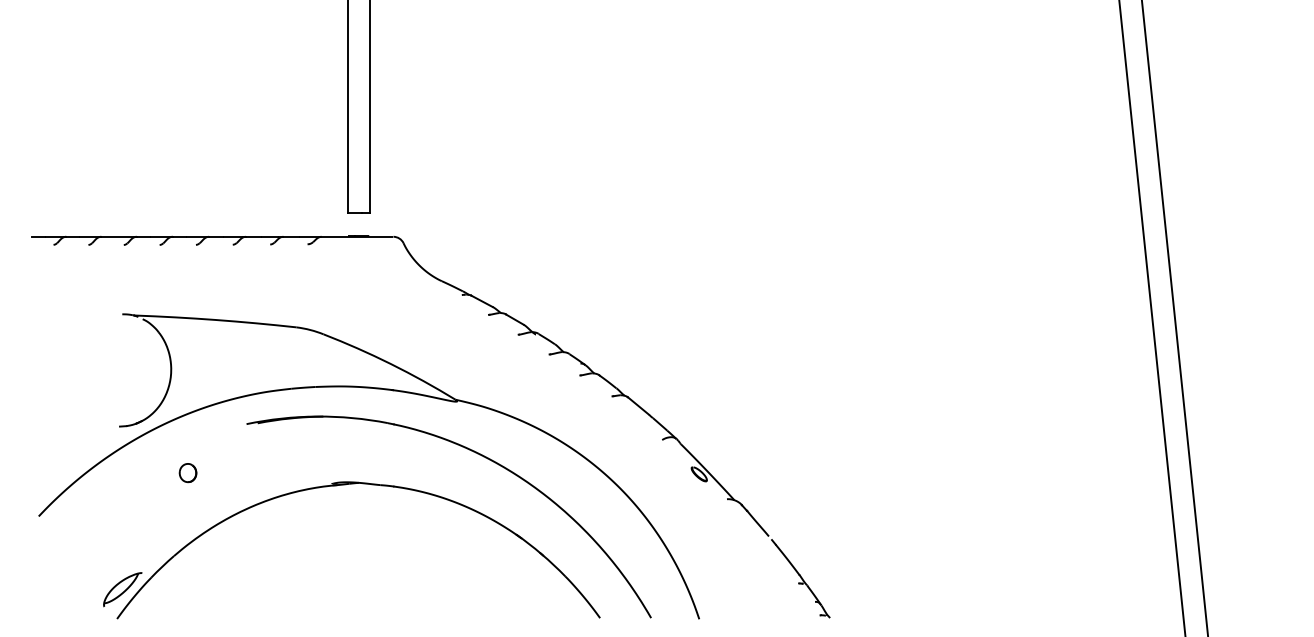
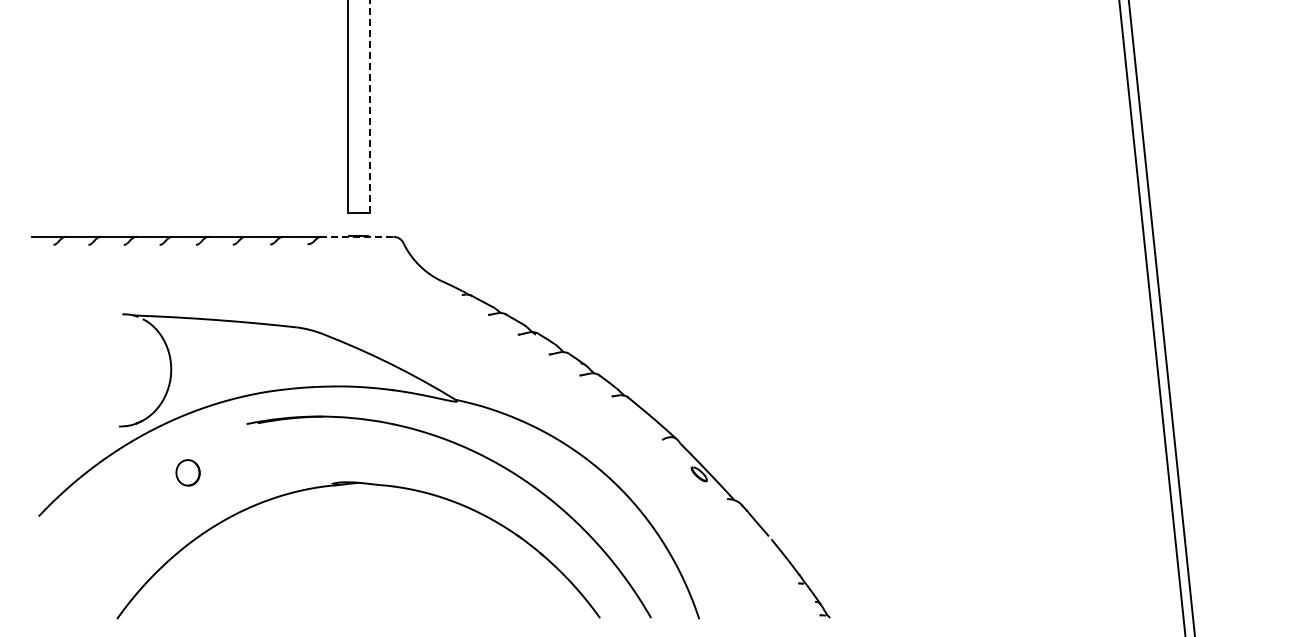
line at (370, 106): solid -> dashed
line at (357, 236): solid -> dashed
line at (1174, 317) position: (1174, 317) -> (1161, 317)
part at (187, 473) size: 20x21 px -> 26x28 px
part at (122, 589): present -> none
